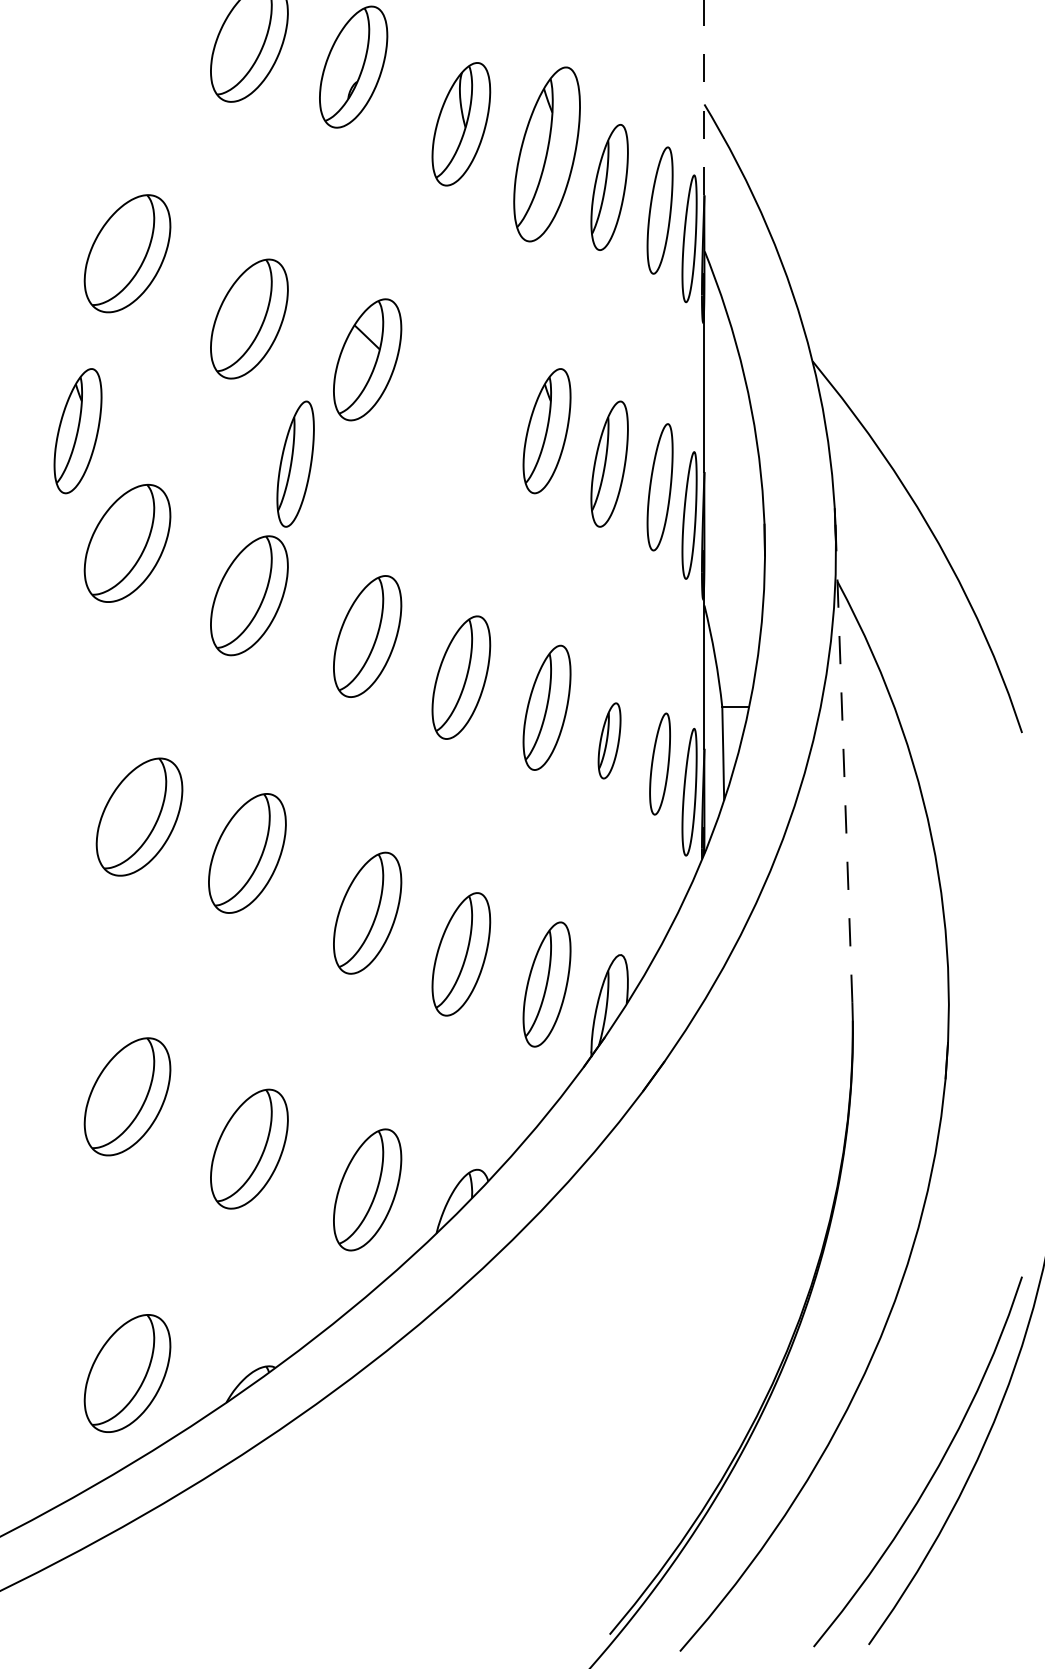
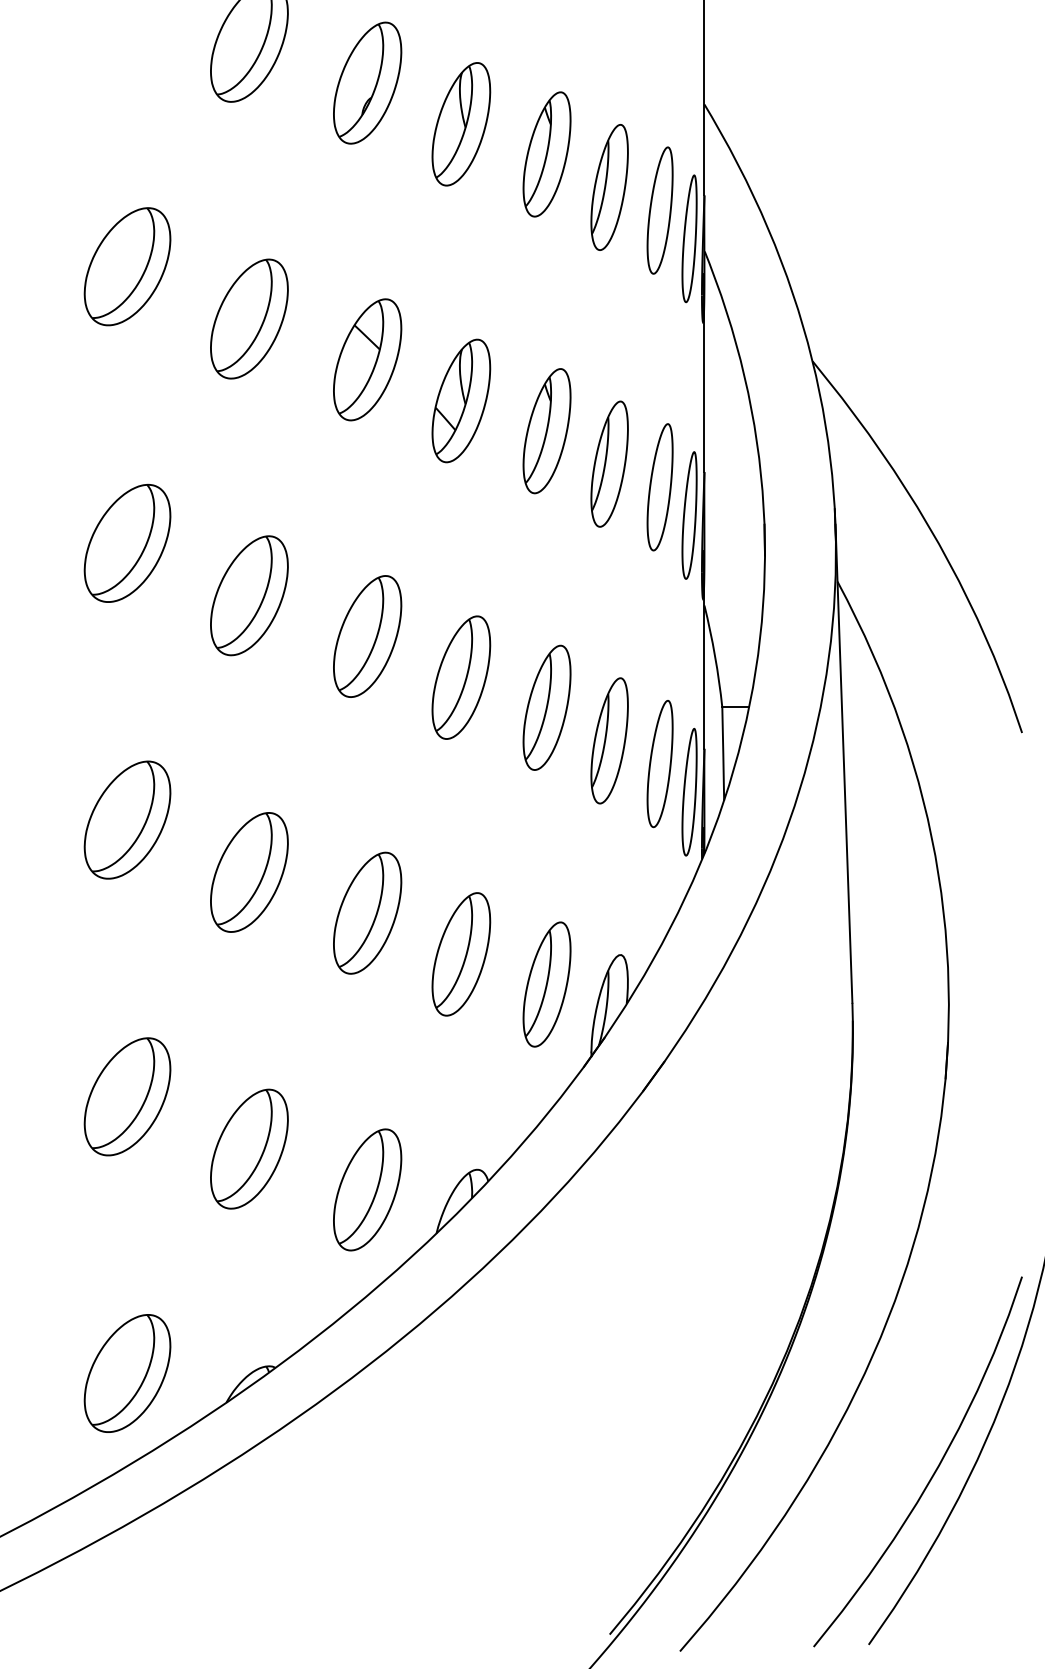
part at (353, 66) position: (353, 66) -> (367, 82)
line at (704, 97): dashed -> solid
part at (546, 154) size: 68x177 px -> 50x127 px
part at (127, 253) position: (127, 253) -> (127, 266)
part at (461, 400): none -> present
part at (77, 431): present -> none
part at (295, 463): present -> none
part at (609, 740) size: 25x78 px -> 39x128 px
part at (659, 763) size: 22x104 px -> 28x129 px
line at (843, 763): dashed -> solid
part at (139, 816) position: (139, 816) -> (127, 819)
part at (247, 853) position: (247, 853) -> (249, 872)
